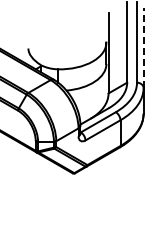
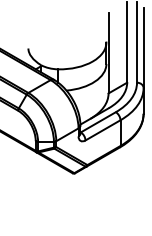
line at (143, 47): dashed -> solid
